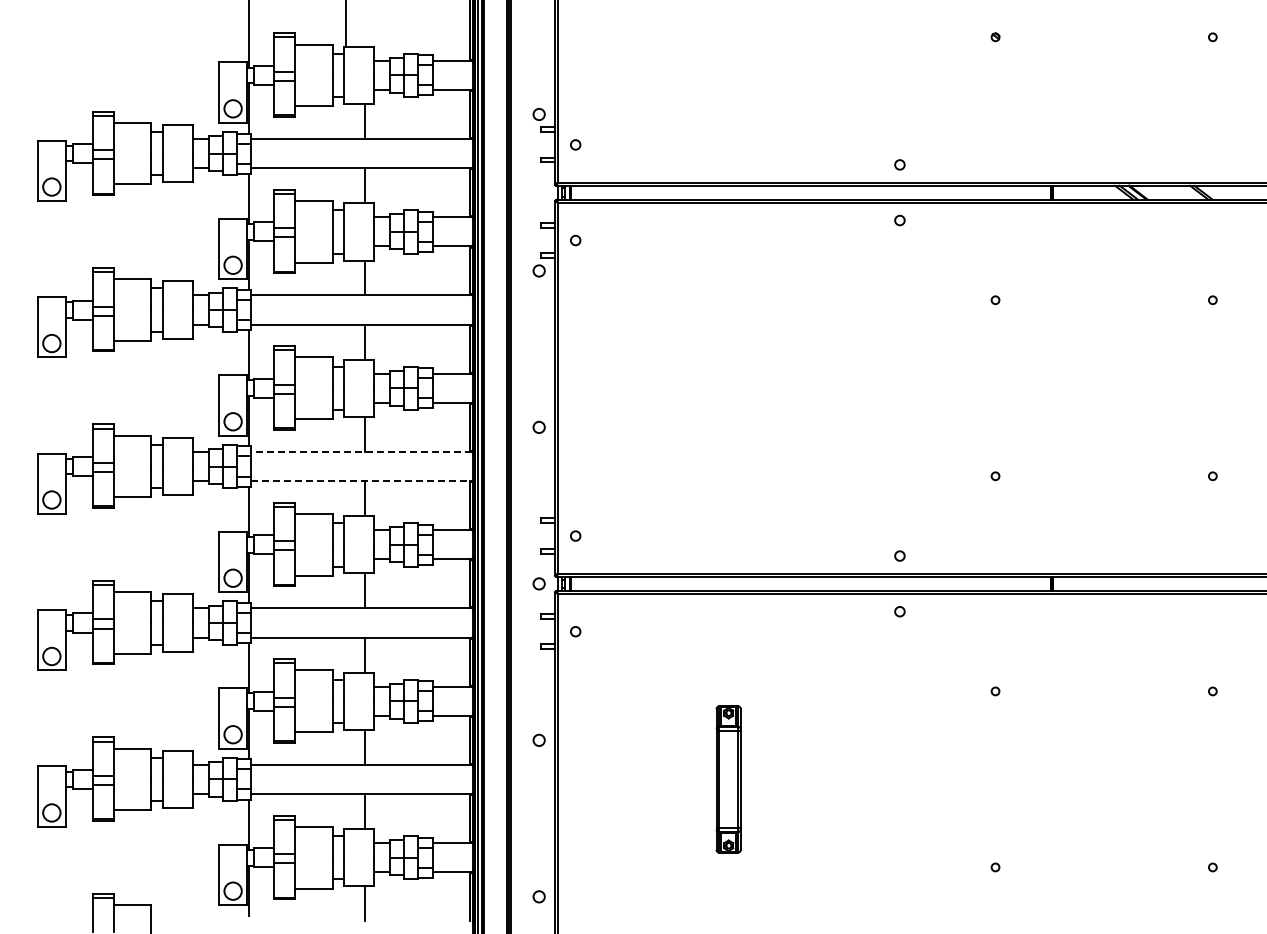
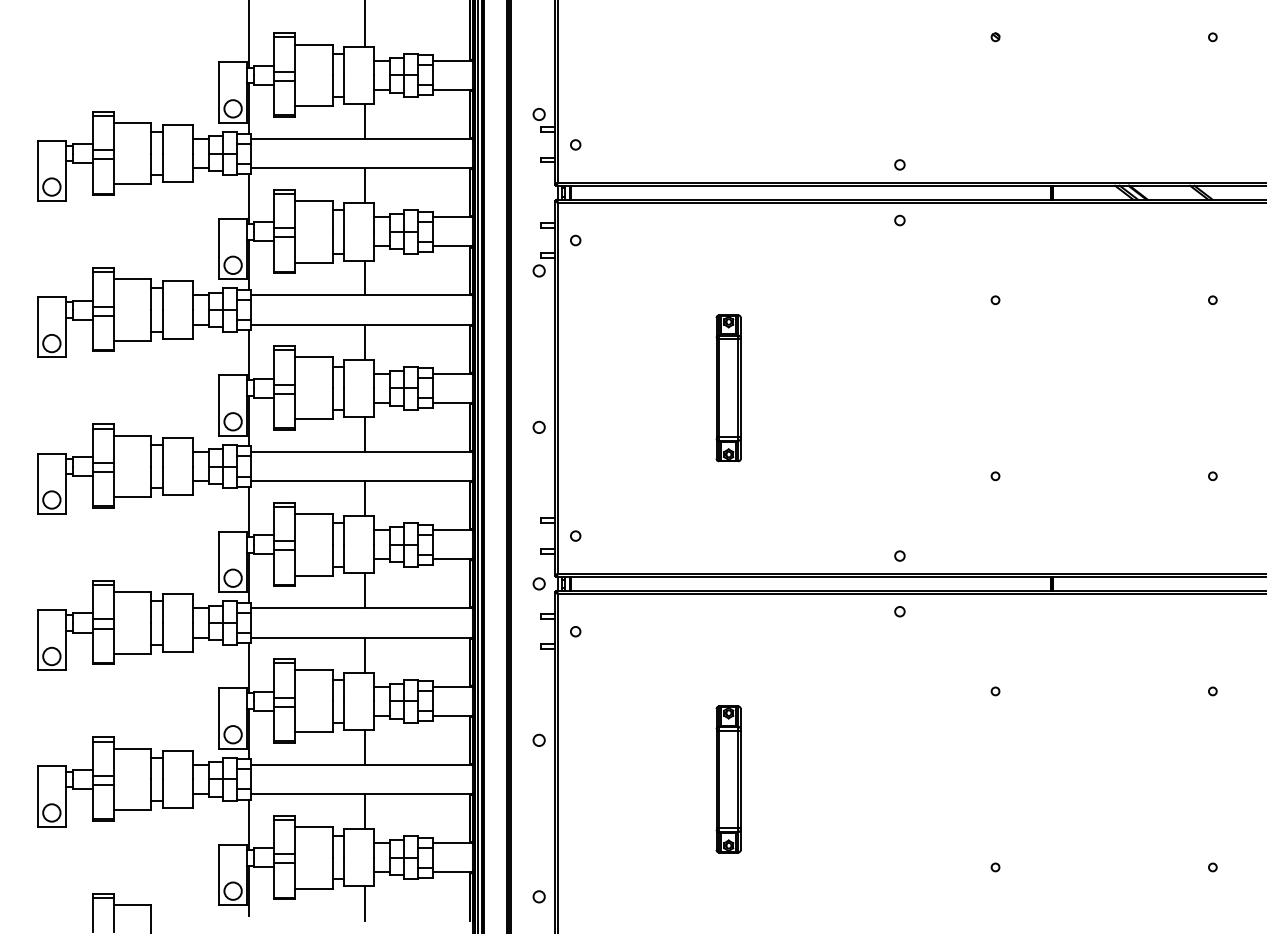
line at (345, 24) position: (345, 24) -> (364, 24)
part at (728, 388): none -> present
line at (361, 451): dashed -> solid
line at (362, 481): dashed -> solid
